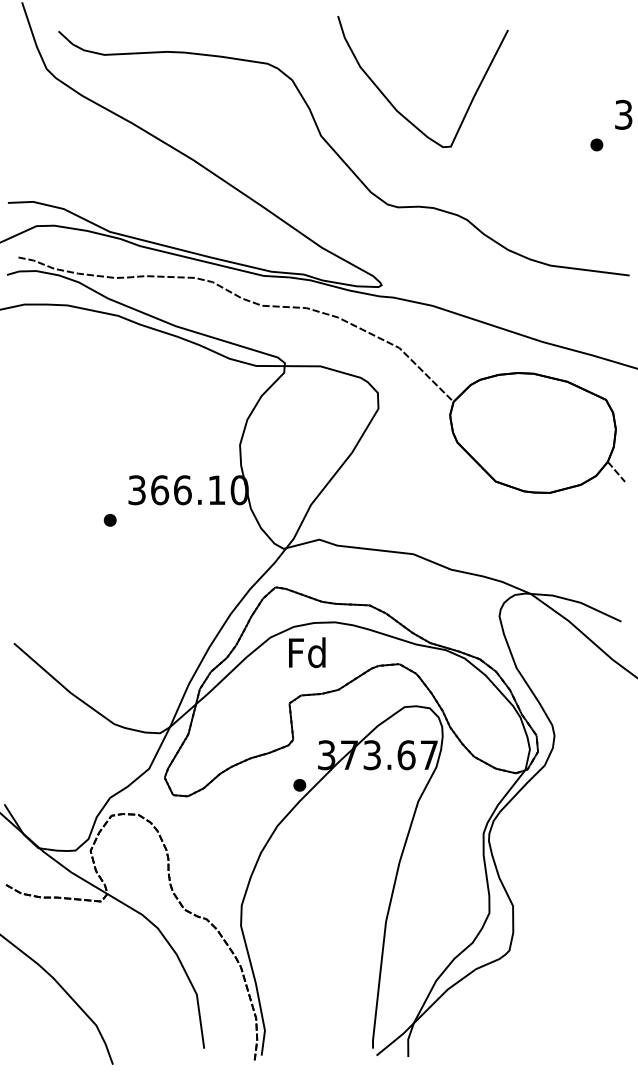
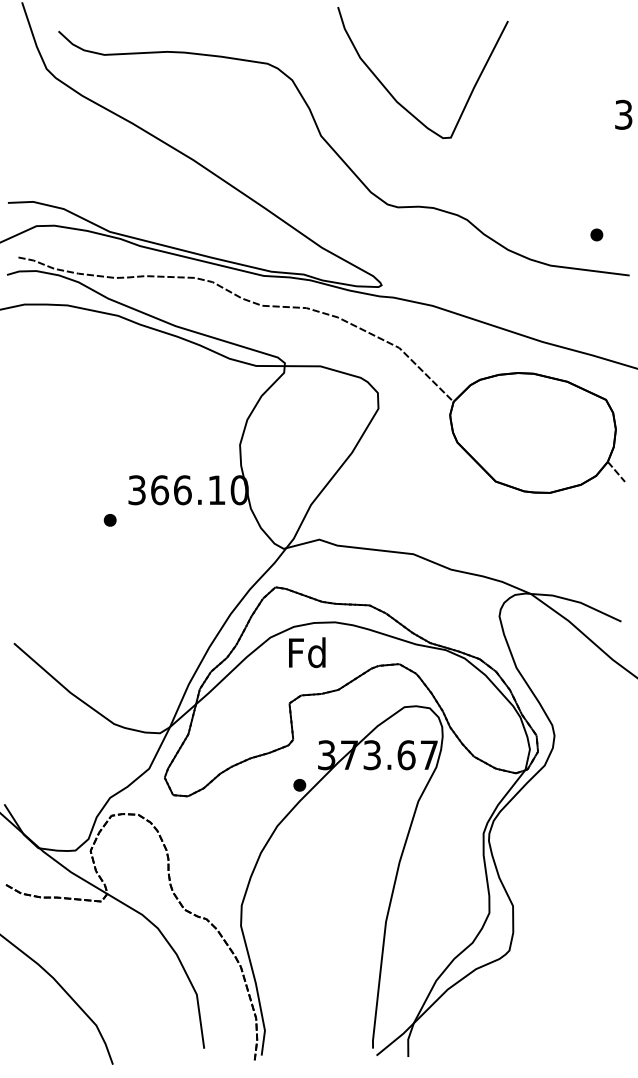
curve at (391, 102) position: (391, 102) -> (391, 93)
part at (596, 144) position: (596, 144) -> (596, 234)
